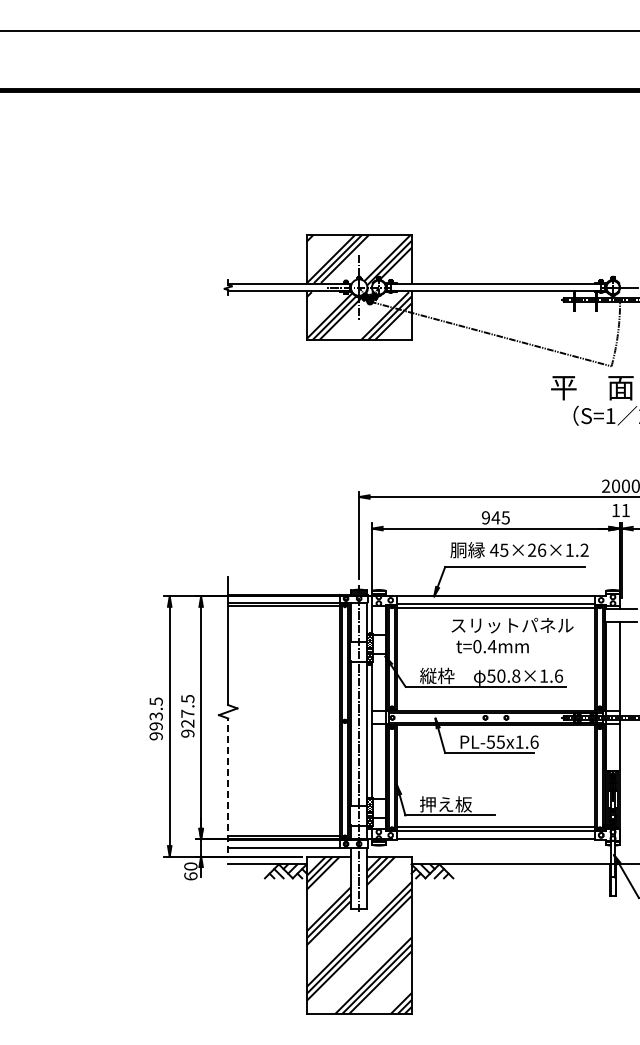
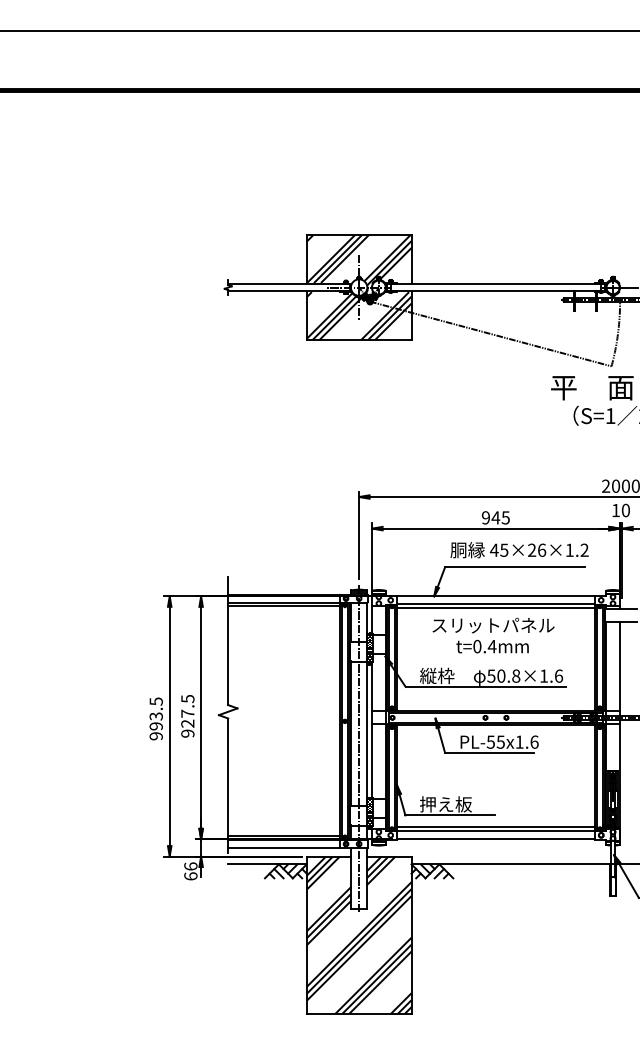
text at (625, 510): 11 -> 10
text at (512, 625) position: (512, 625) -> (493, 625)
line at (228, 785): dashed -> solid
text at (190, 866): 60 -> 66
